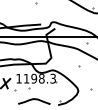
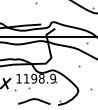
text at (53, 78): 1198.3 -> 1198.9
